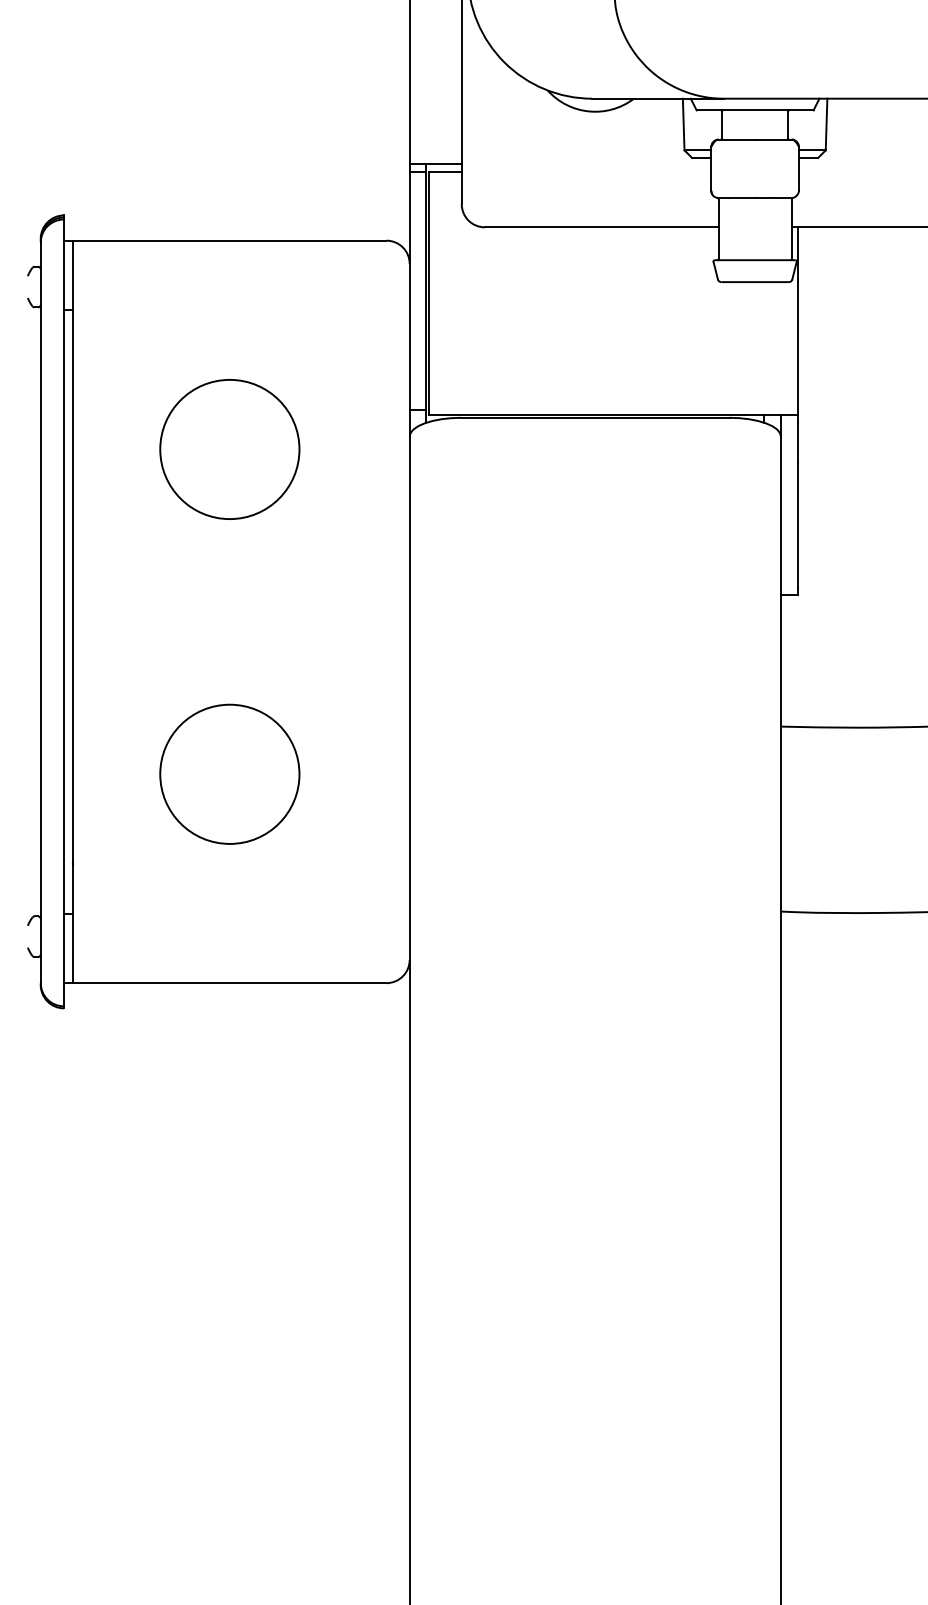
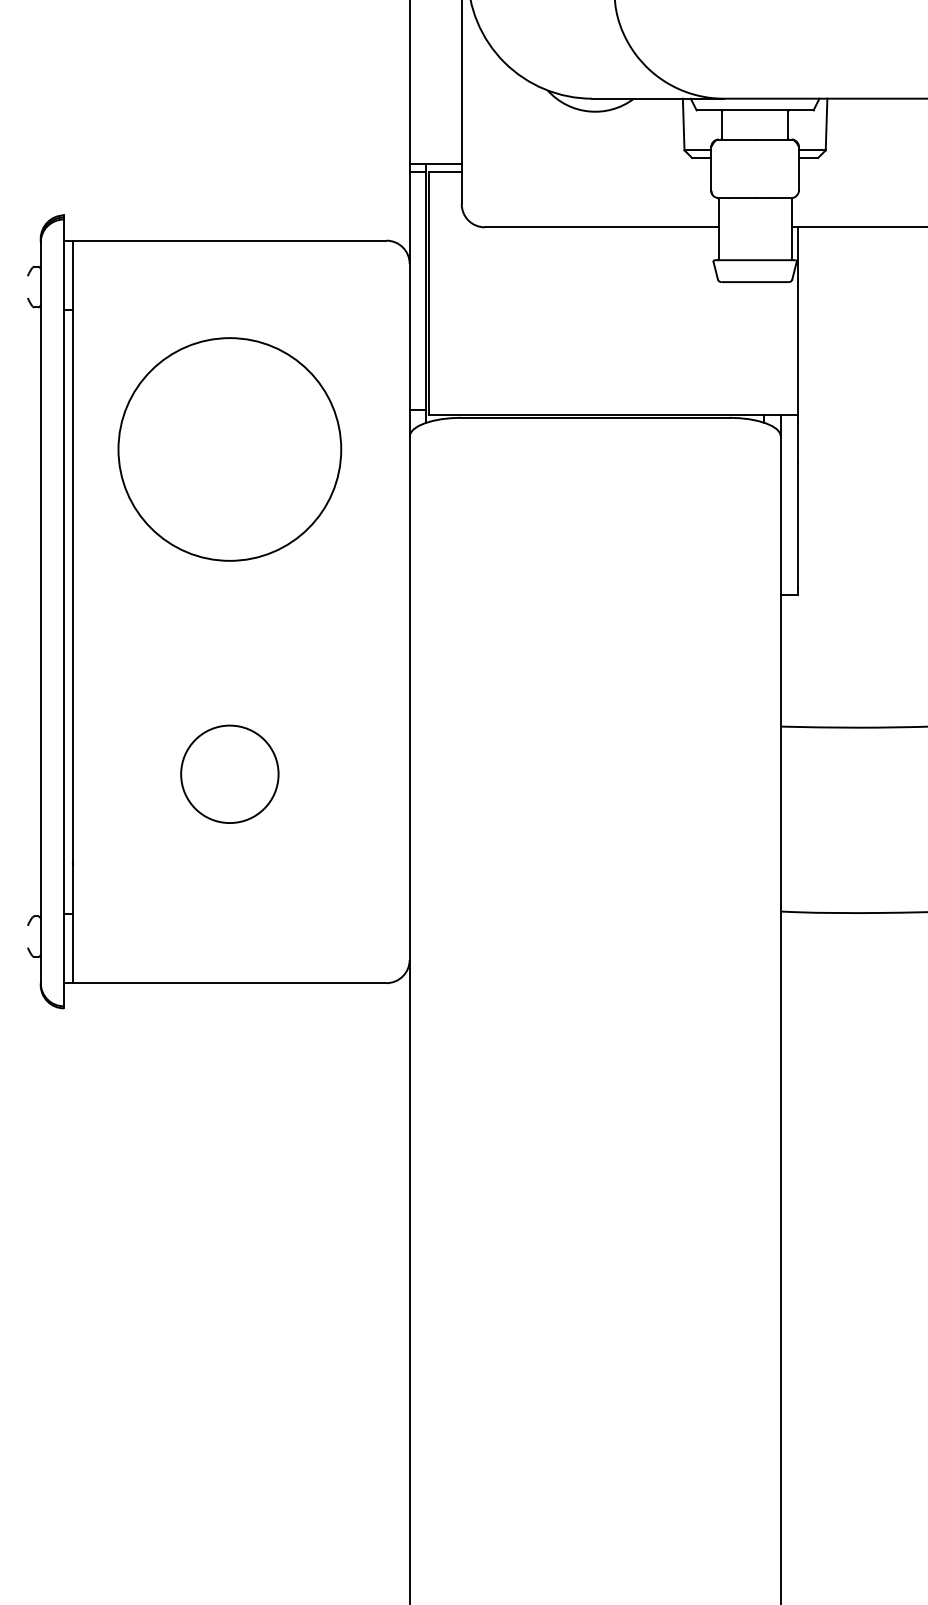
circle at (229, 449) diameter: 139 px -> 223 px
circle at (229, 773) diameter: 139 px -> 97 px
